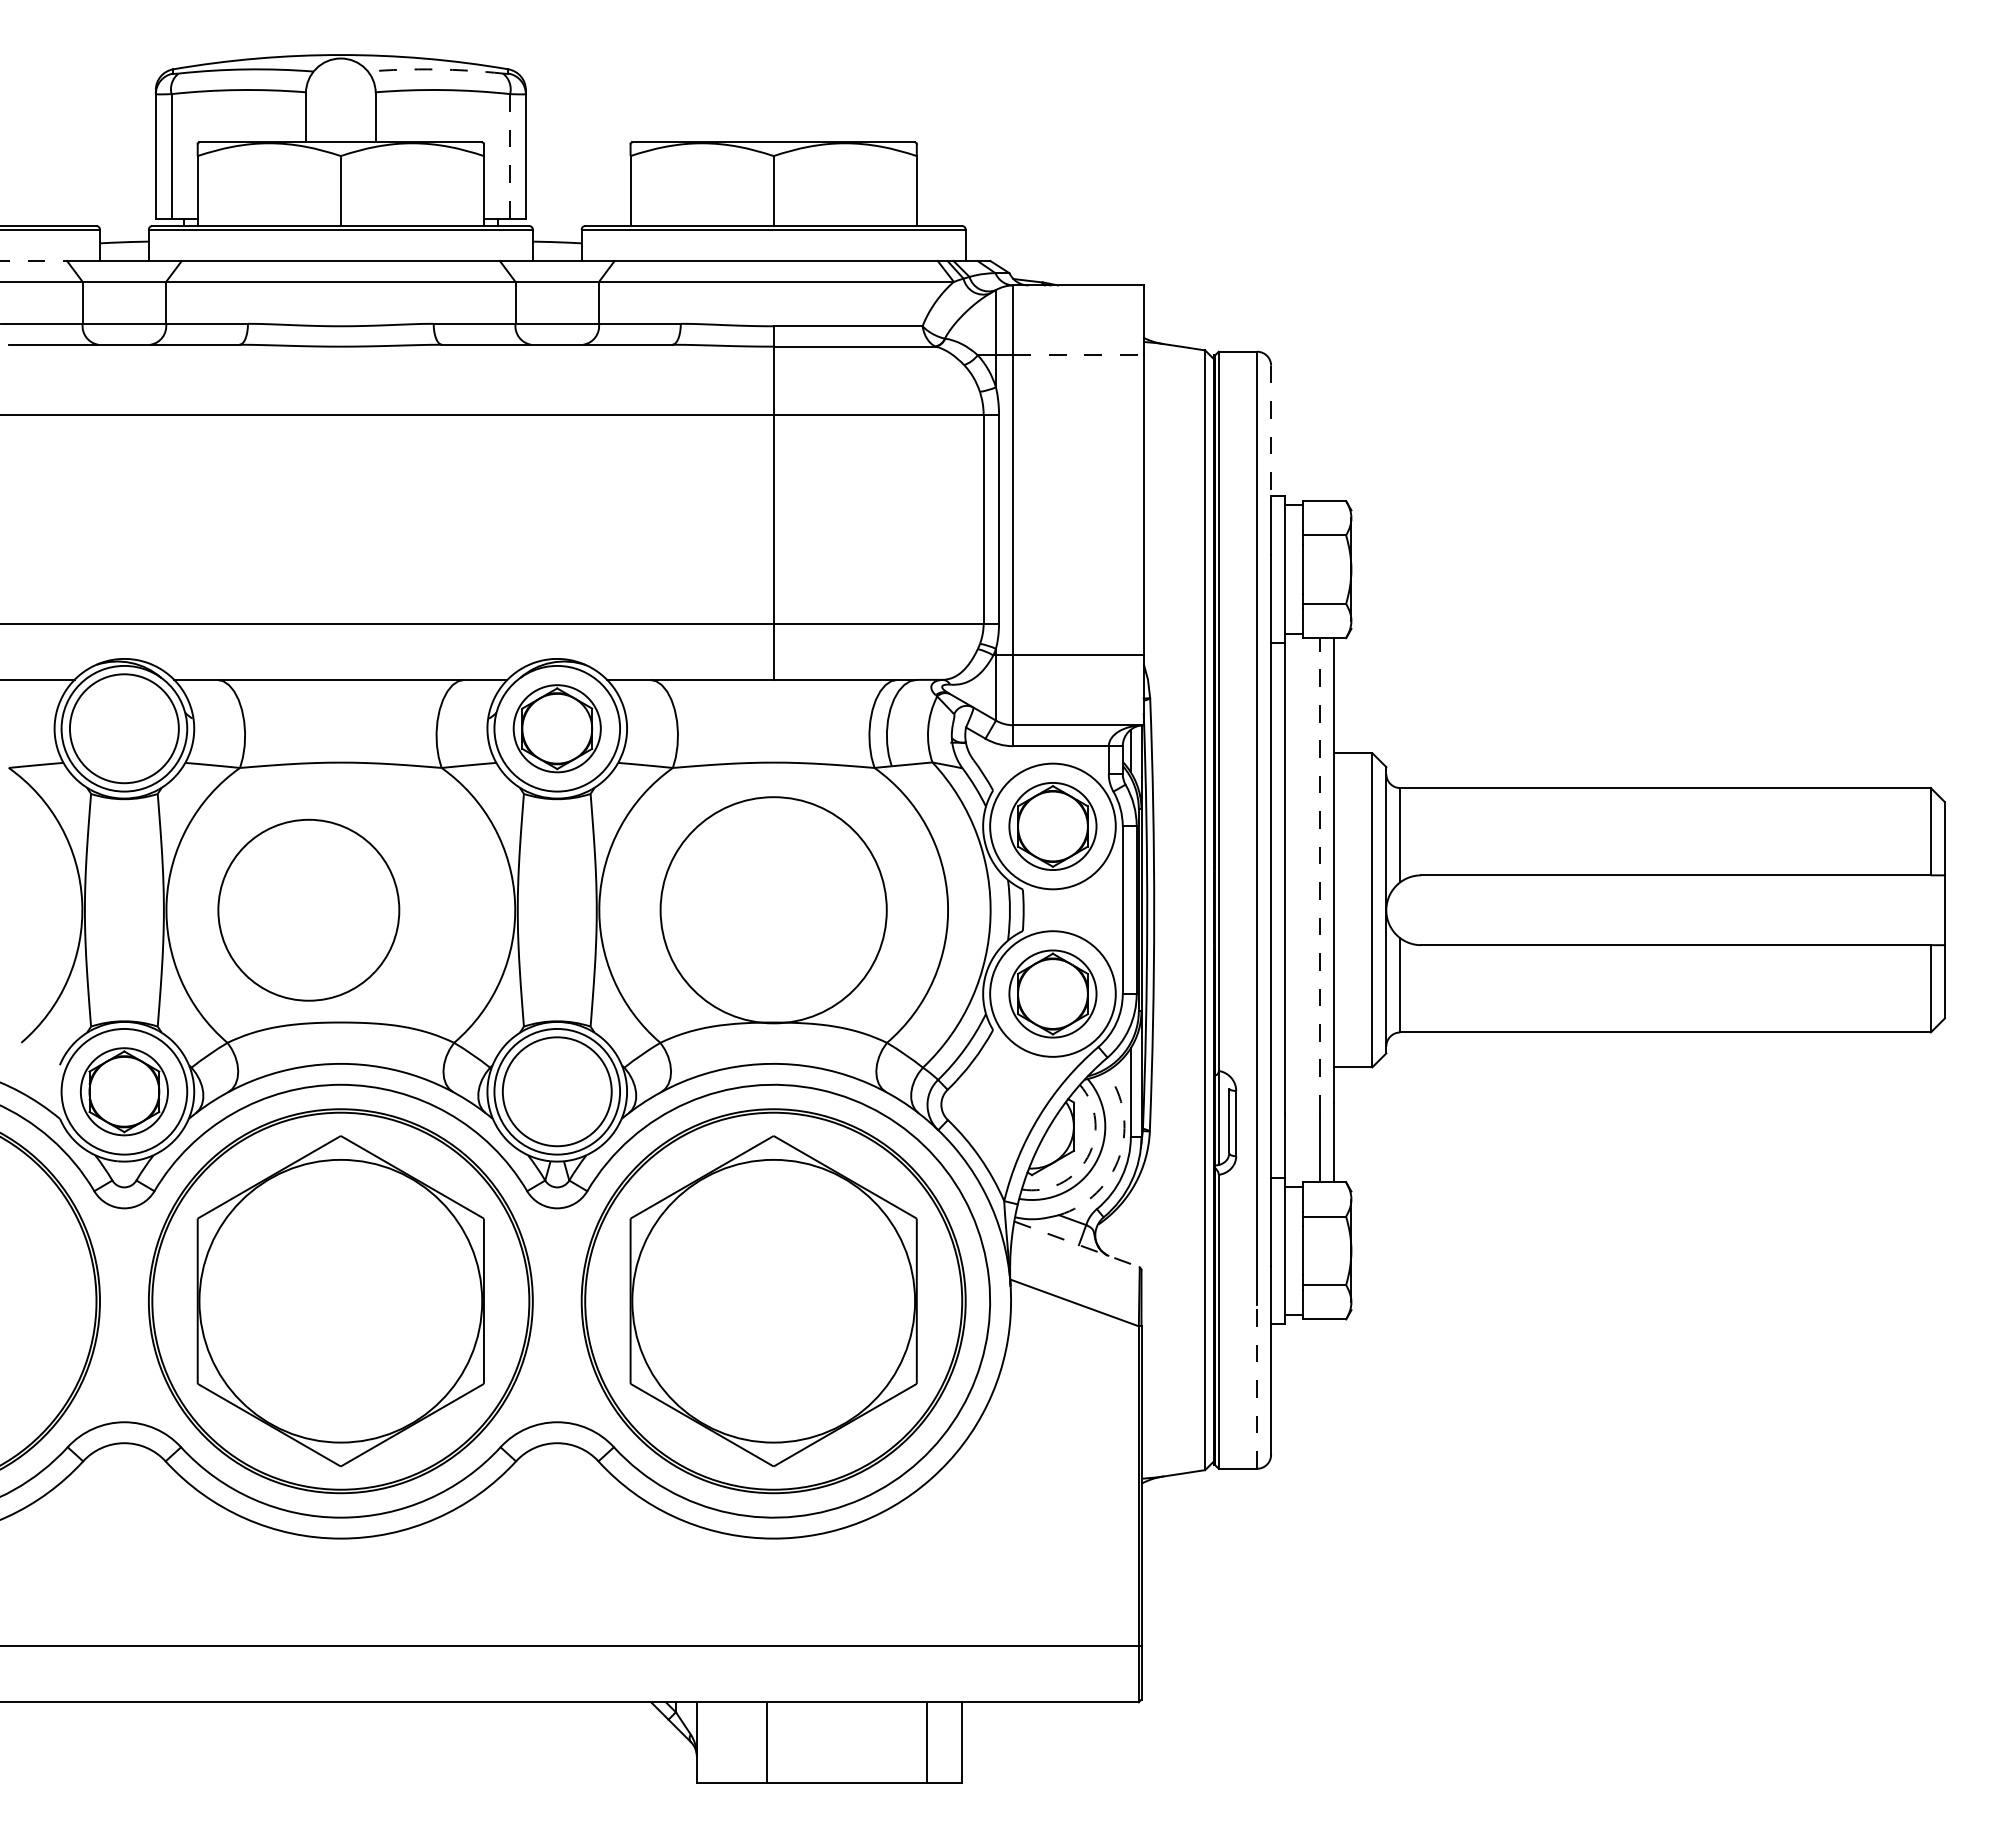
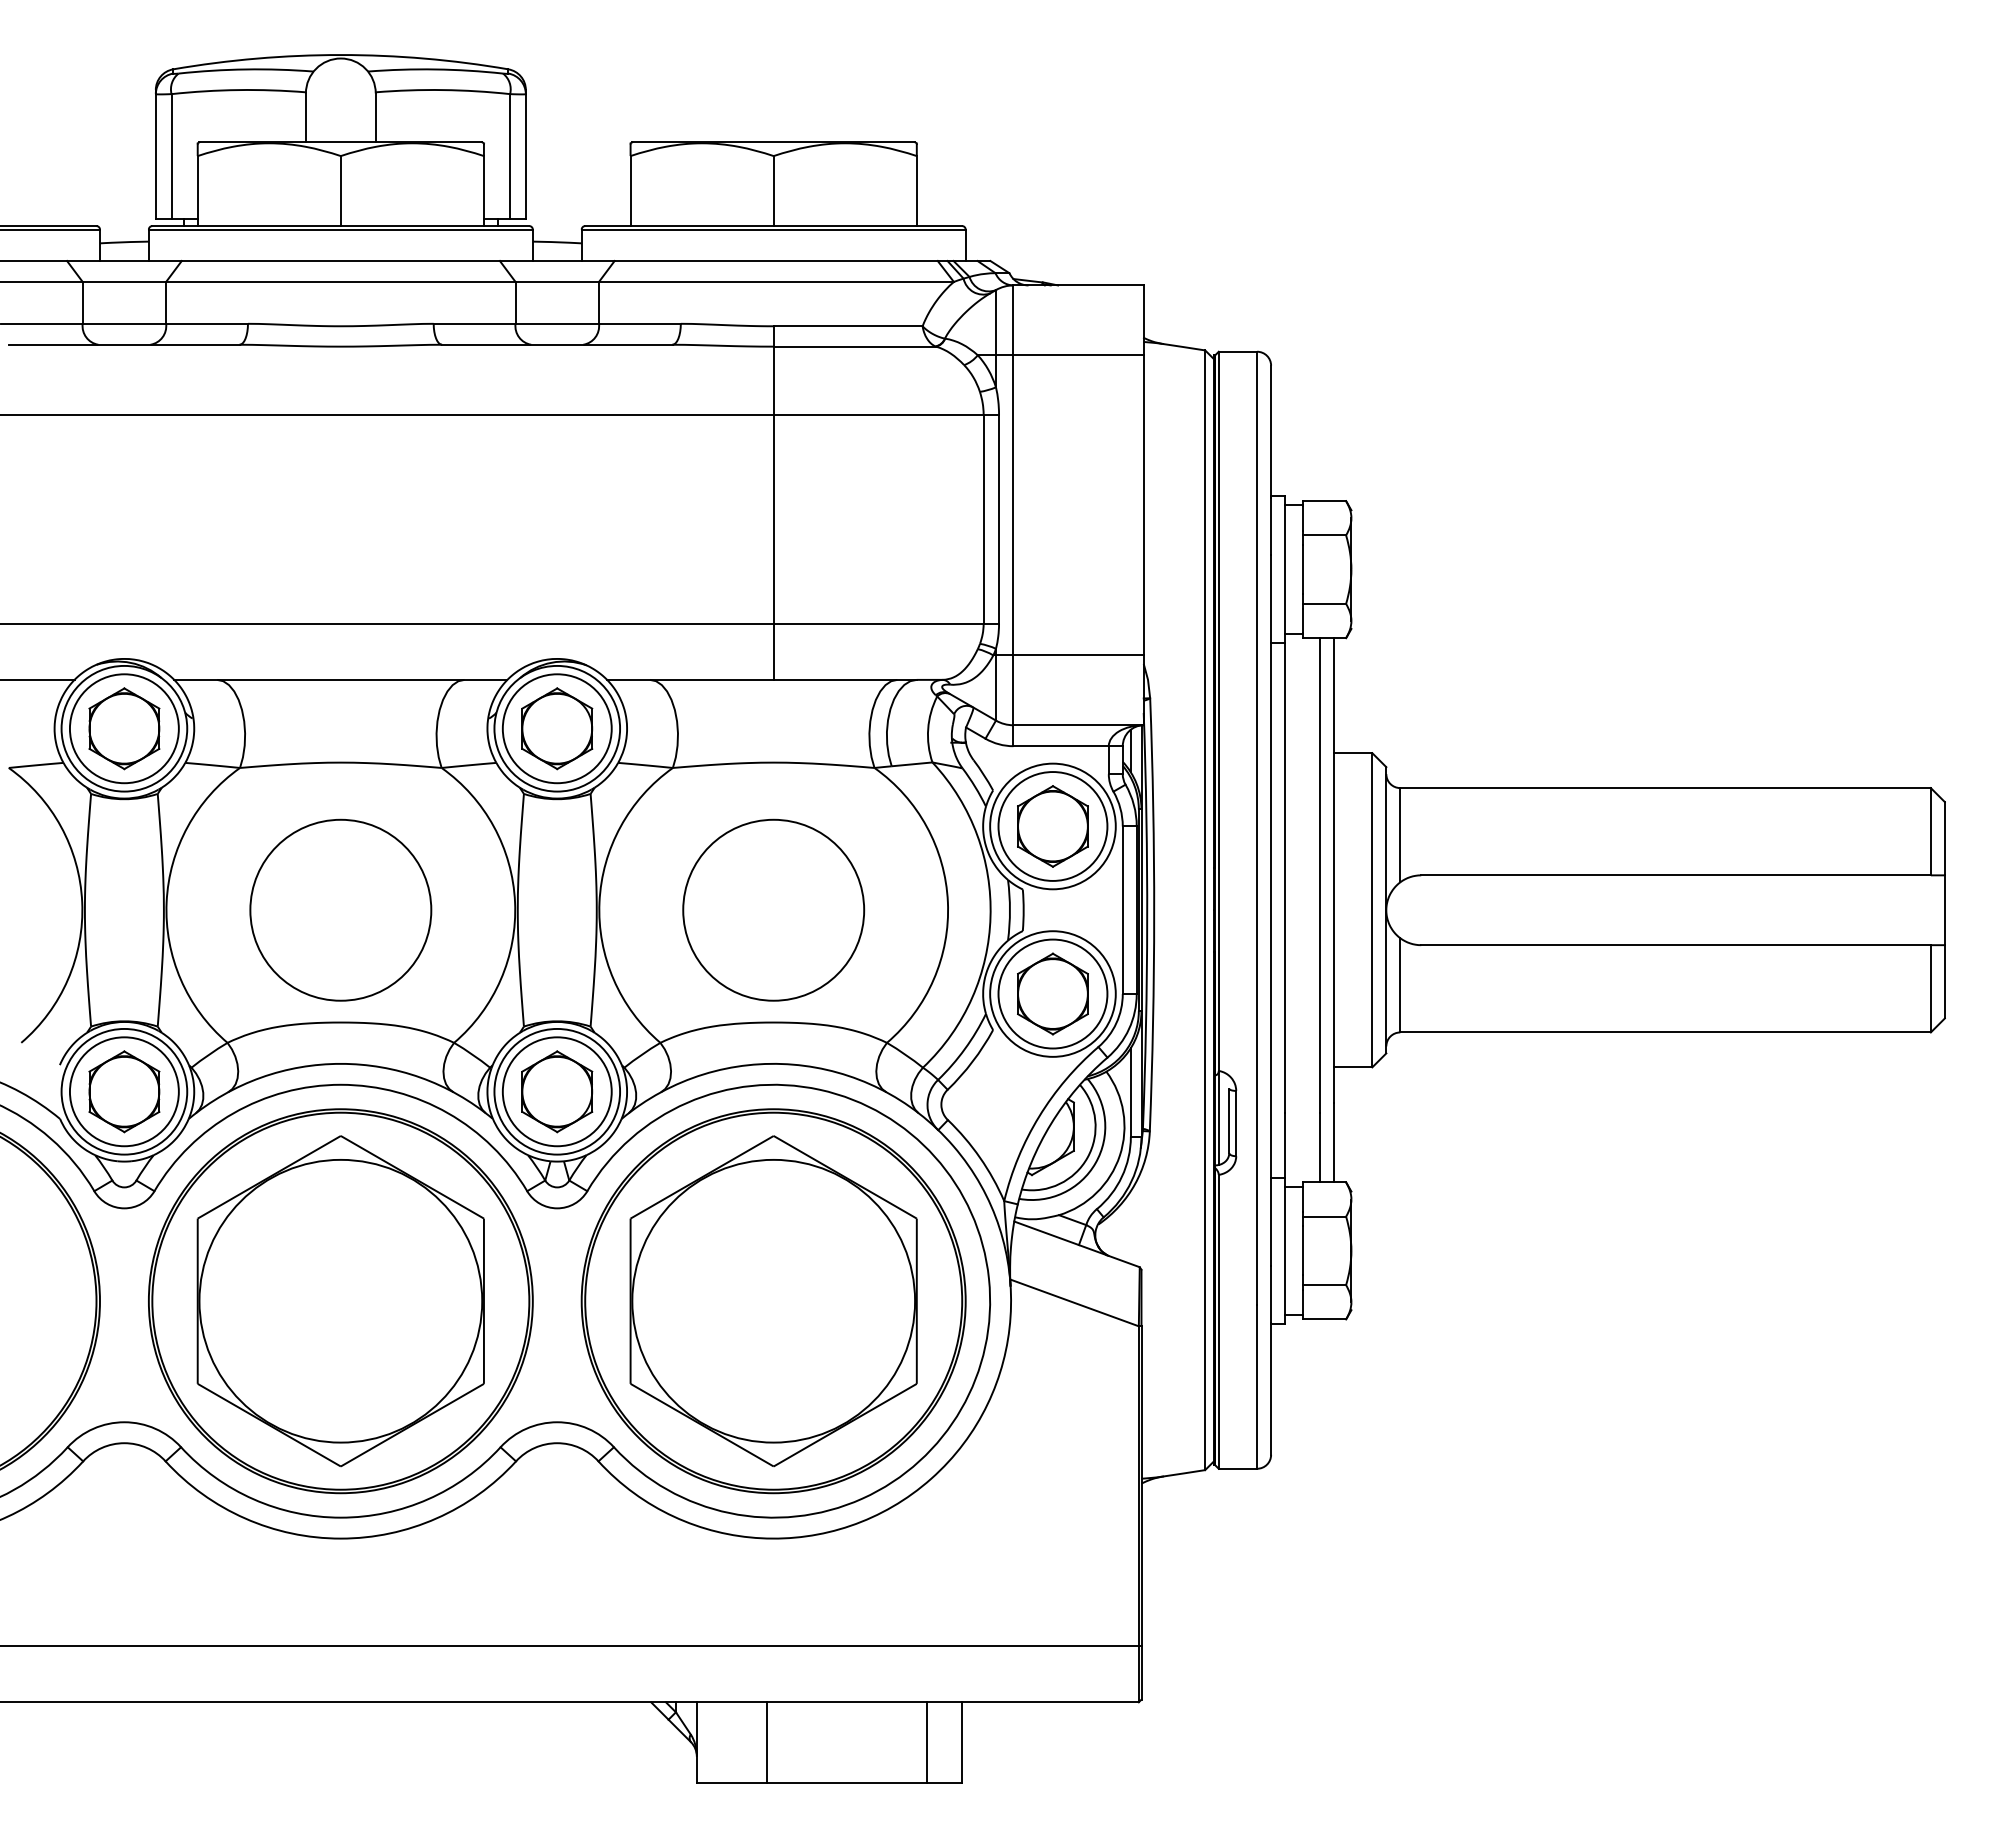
arc at (435, 69): dashed -> solid
line at (510, 157): dashed -> solid
line at (34, 261): dashed -> solid
line at (1079, 355): dashed -> solid
line at (1271, 432): dashed -> solid
part at (124, 728): none -> present
circle at (556, 728) diameter: 87 px -> 109 px
circle at (1052, 826) diameter: 87 px -> 109 px
line at (1320, 874): dashed -> solid
circle at (308, 909) position: (308, 909) -> (340, 909)
circle at (773, 910) diameter: 226 px -> 181 px
circle at (1052, 993) diameter: 87 px -> 109 px
circle at (123, 1091) diameter: 87 px -> 109 px
part at (557, 1091): none -> present
arc at (1119, 1155): dashed -> solid
arc at (1087, 1157): dashed -> solid
line at (1077, 1244): dashed -> solid
line at (1257, 1387): dashed -> solid
